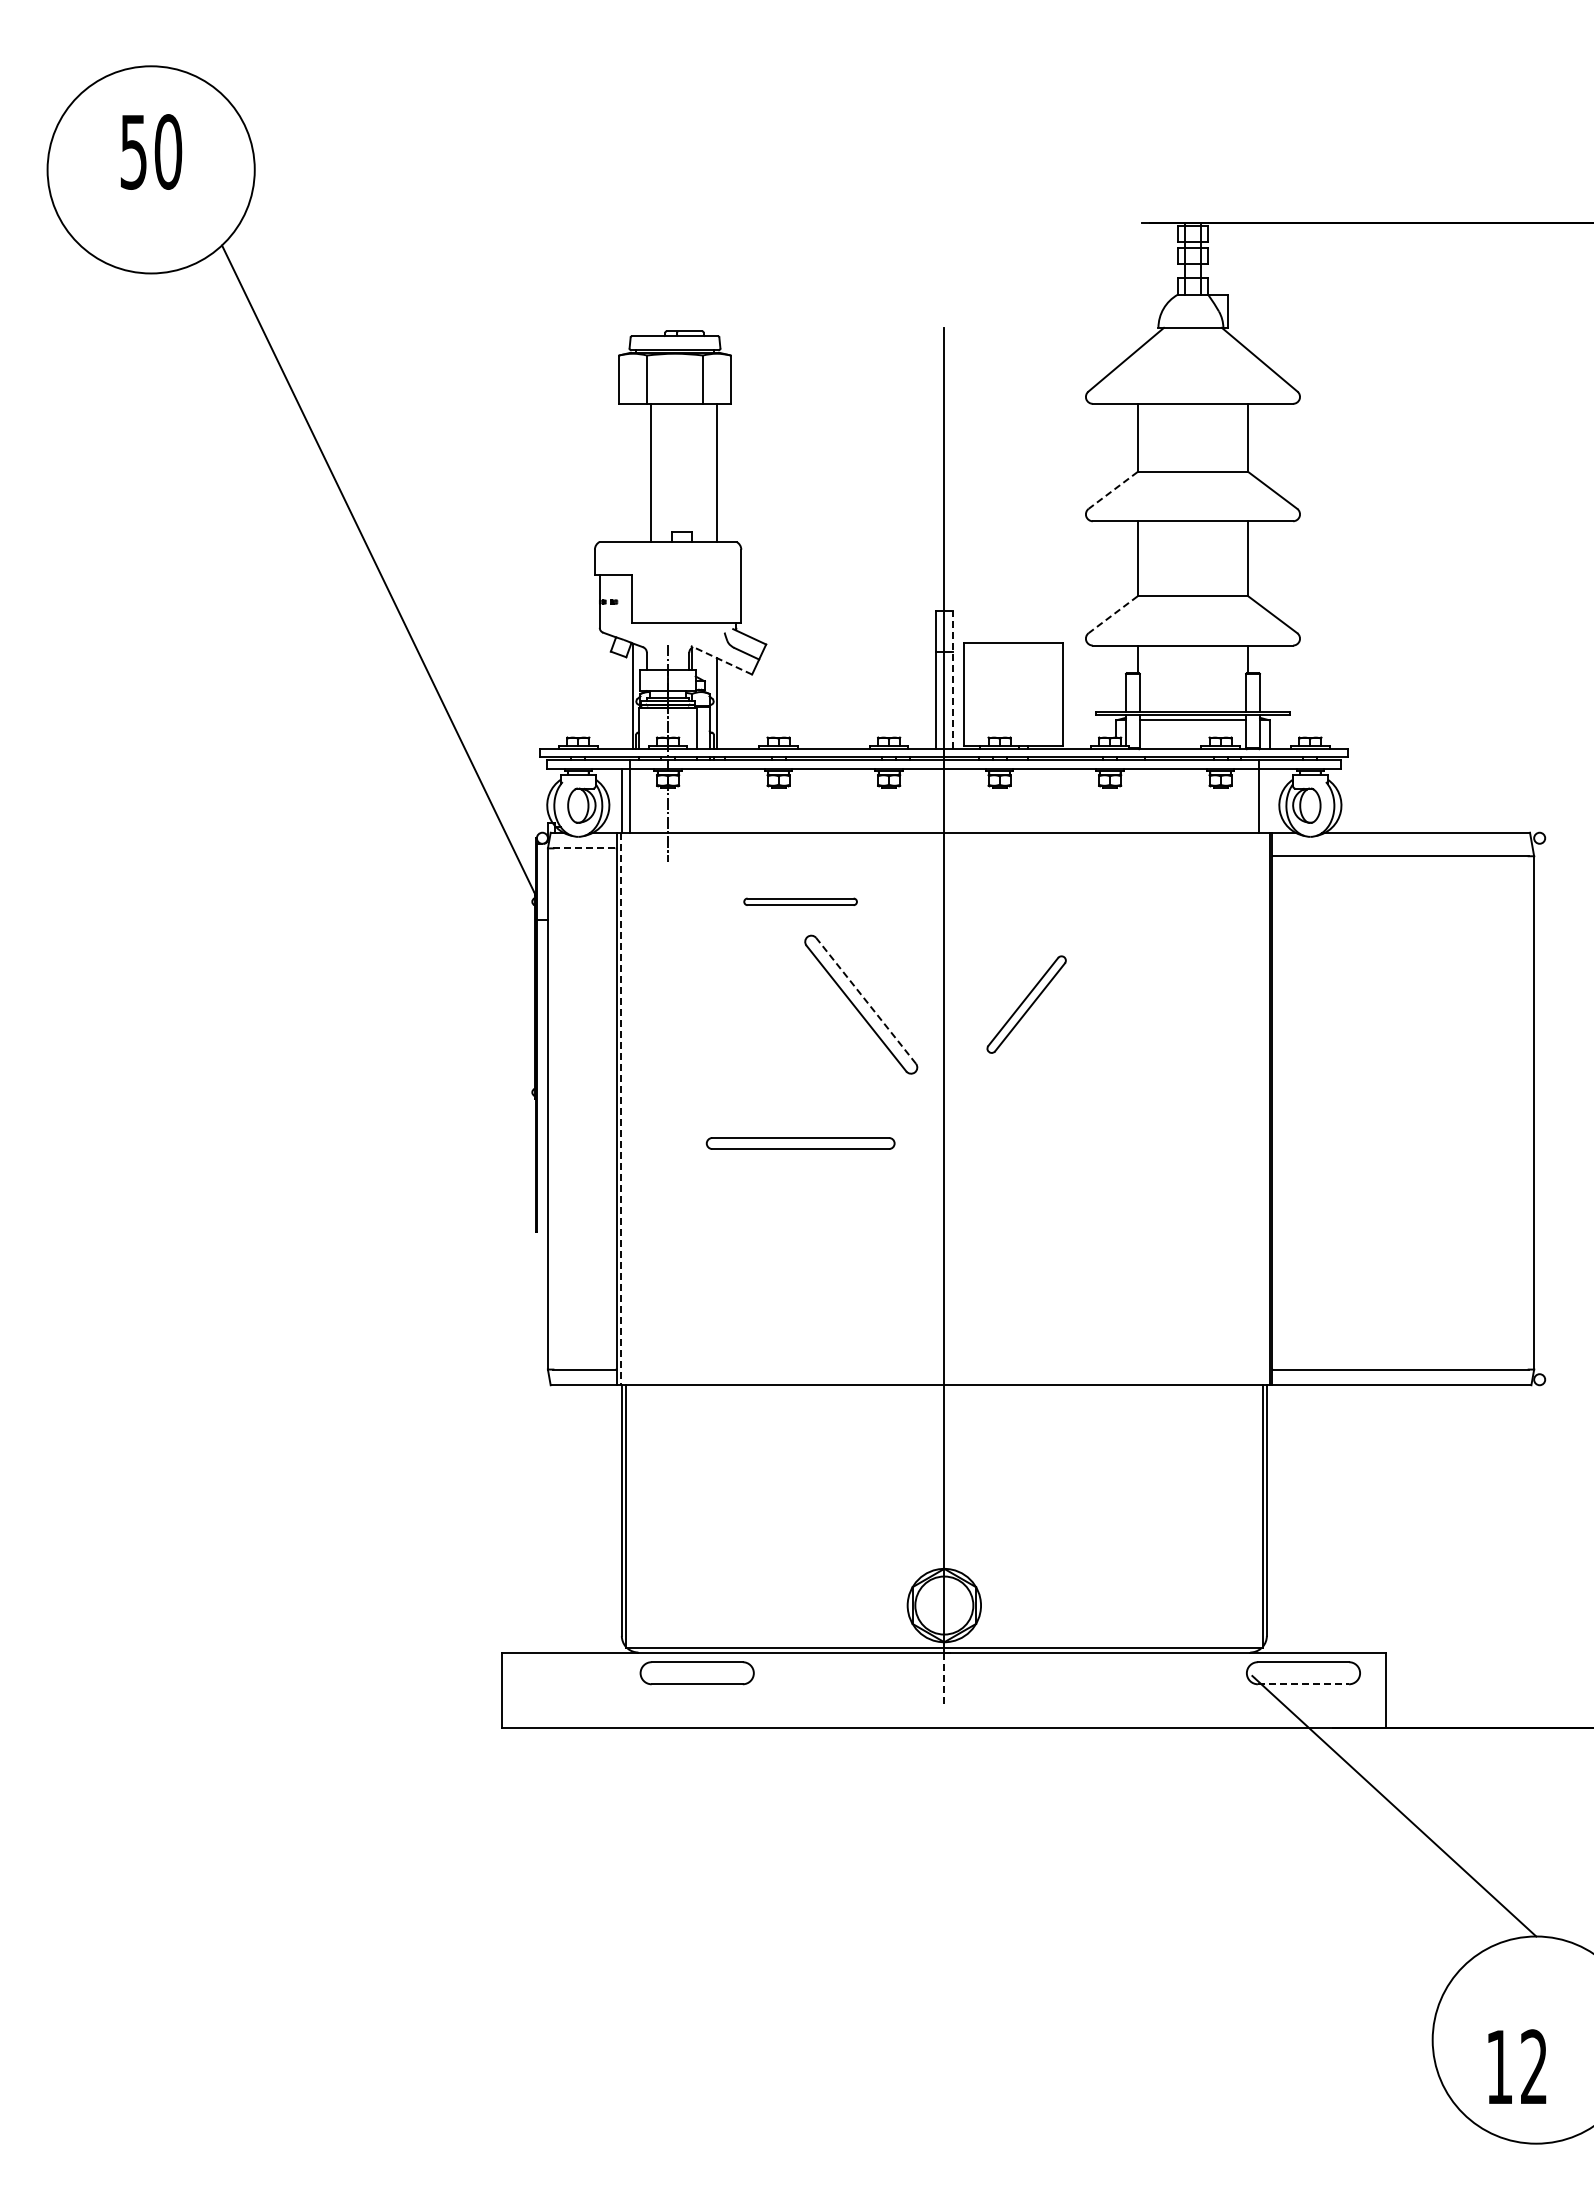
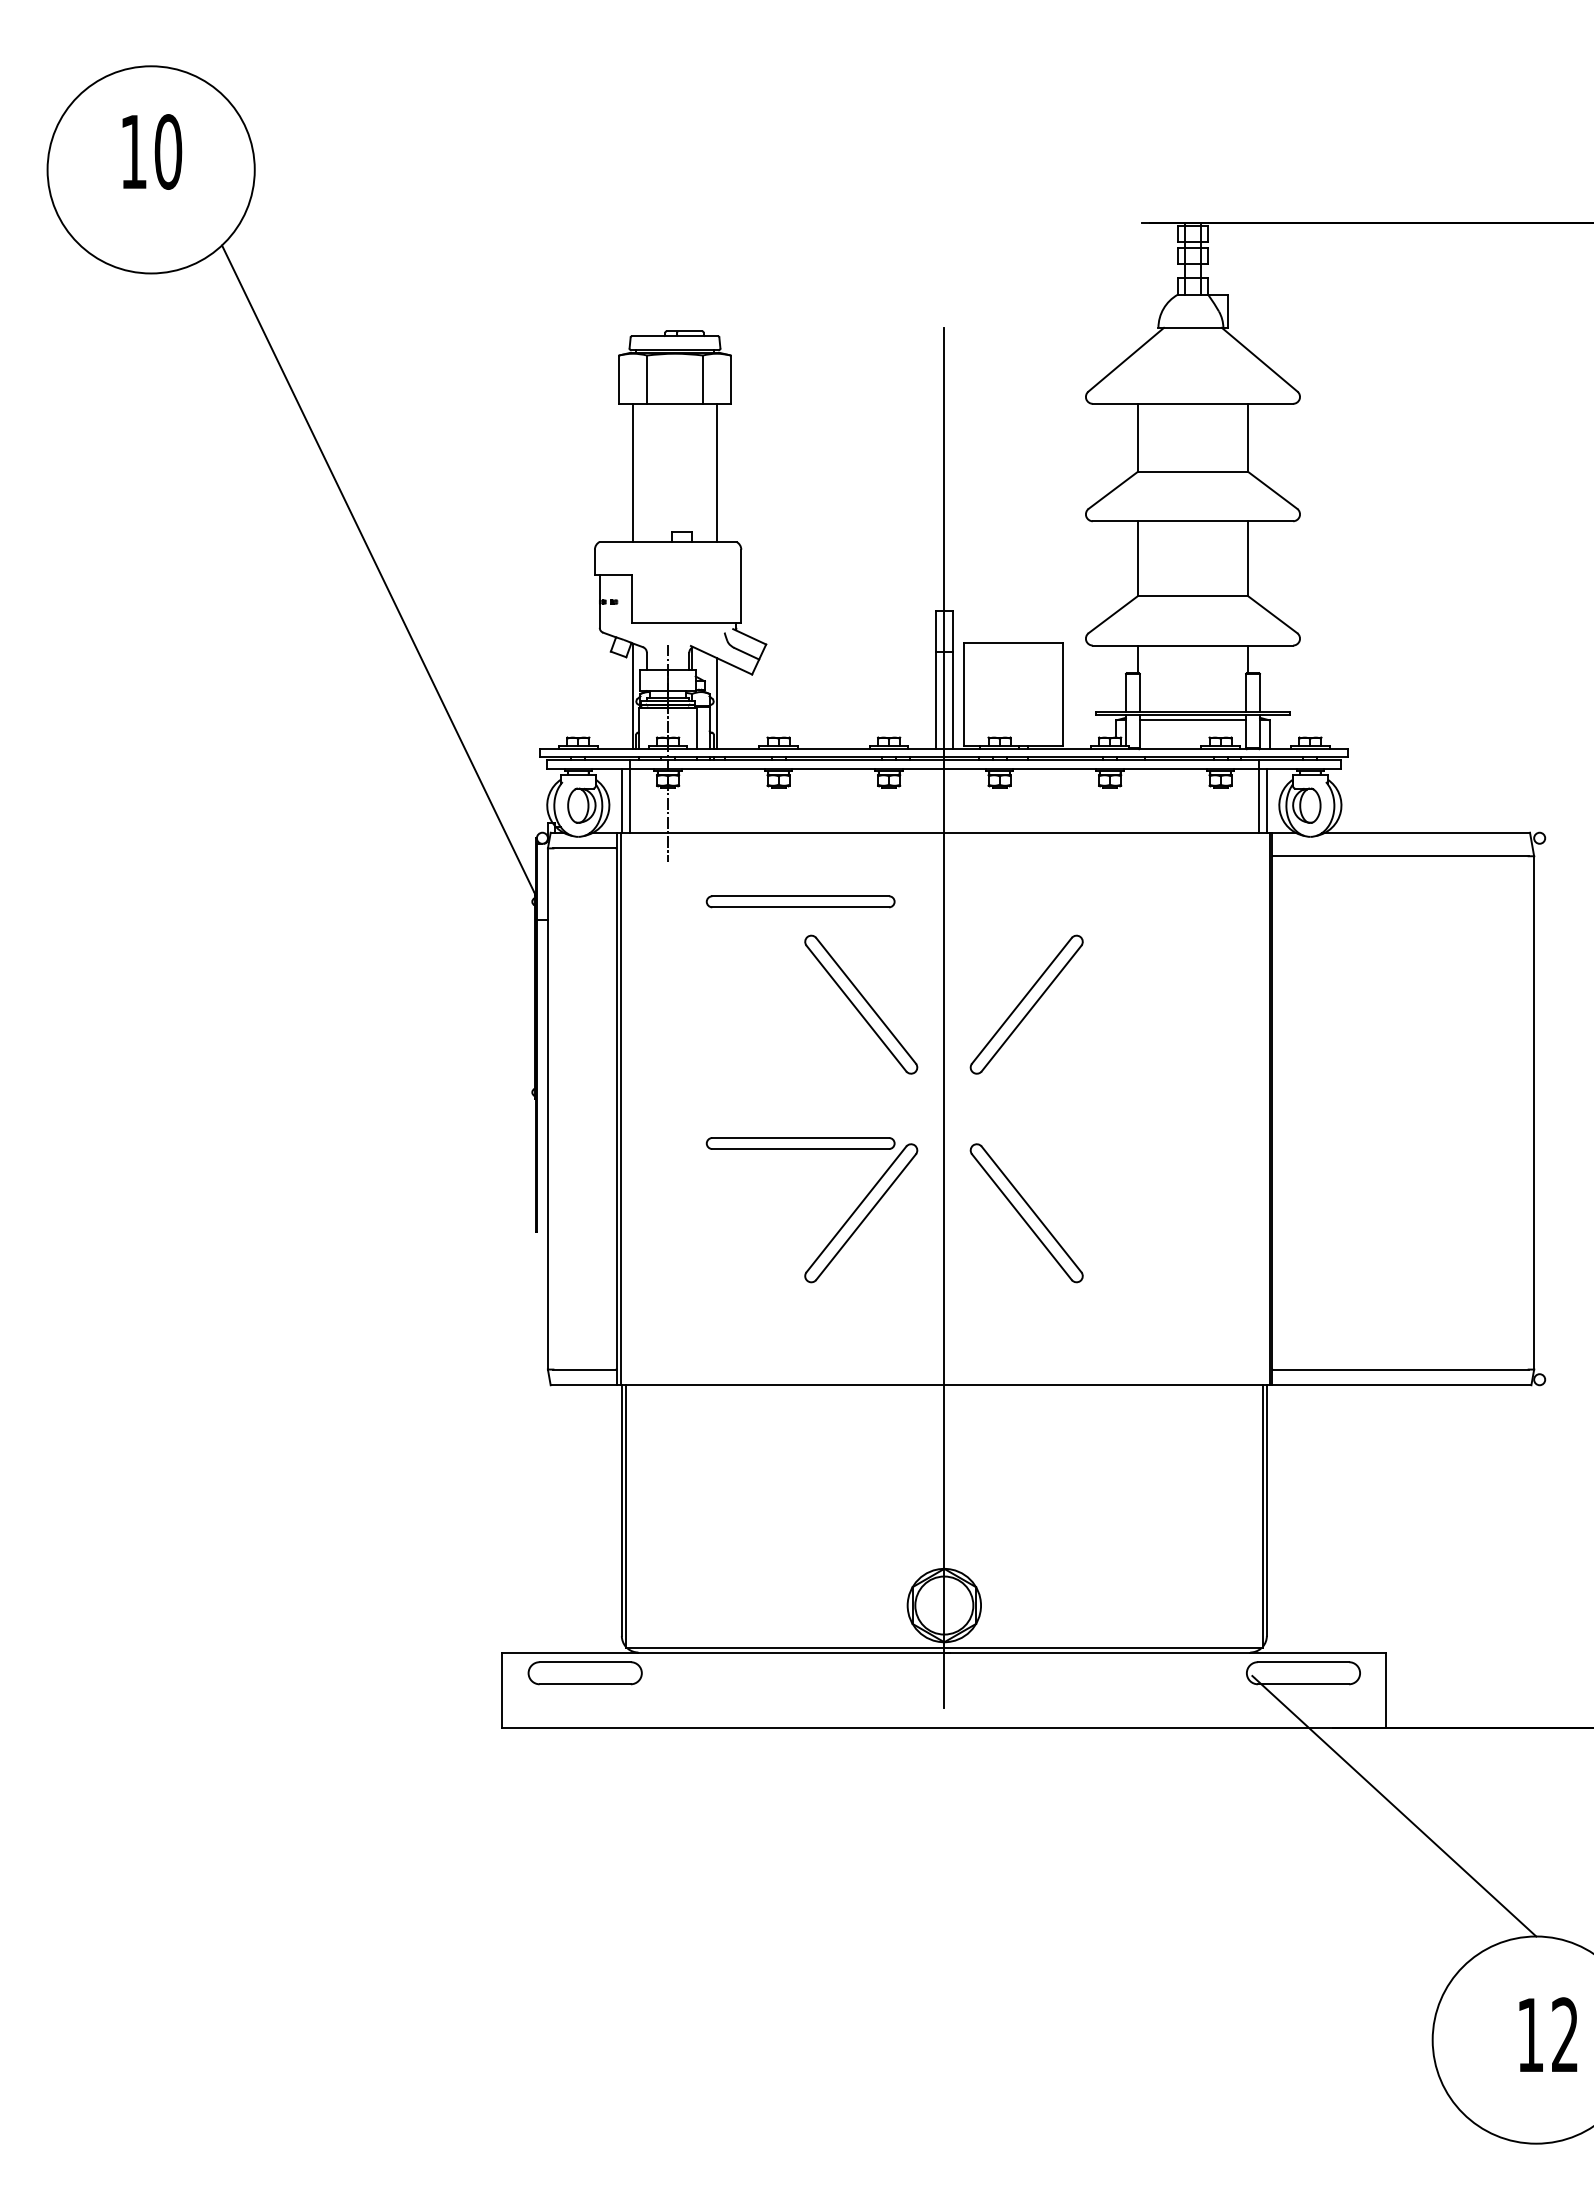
text at (133, 152): 50 -> 10
line at (651, 472) position: (651, 472) -> (633, 472)
line at (1113, 490): dashed -> solid
line at (1113, 614): dashed -> solid
line at (721, 660): dashed -> solid
line at (952, 679): dashed -> solid
line at (1266, 800): none -> present
line at (585, 848): dashed -> solid
part at (800, 901) size: 115x9 px -> 191x14 px
line at (865, 1000): dashed -> solid
part at (1026, 1004) size: 81x99 px -> 115x141 px
line at (621, 1109): dashed -> solid
part at (861, 1213): none -> present
part at (1026, 1213): none -> present
part at (696, 1673) position: (696, 1673) -> (584, 1673)
line at (944, 1680): dashed -> solid
line at (1303, 1684): dashed -> solid
text at (1517, 2066) position: (1517, 2066) -> (1548, 2034)
